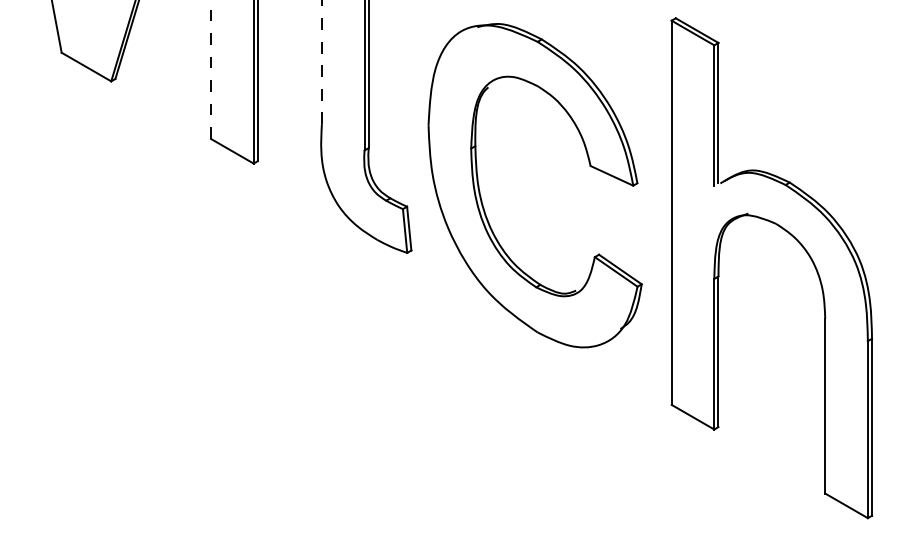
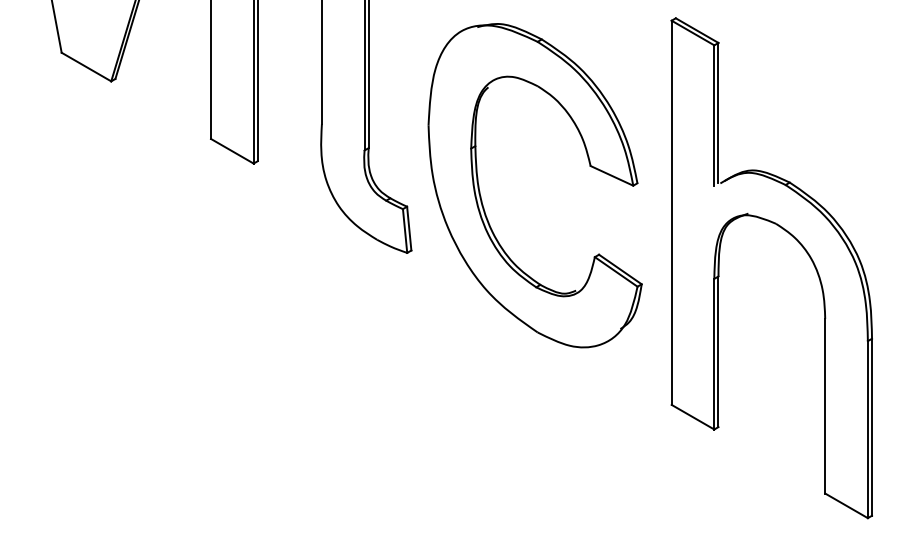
line at (321, 62): dashed -> solid
line at (211, 69): dashed -> solid
